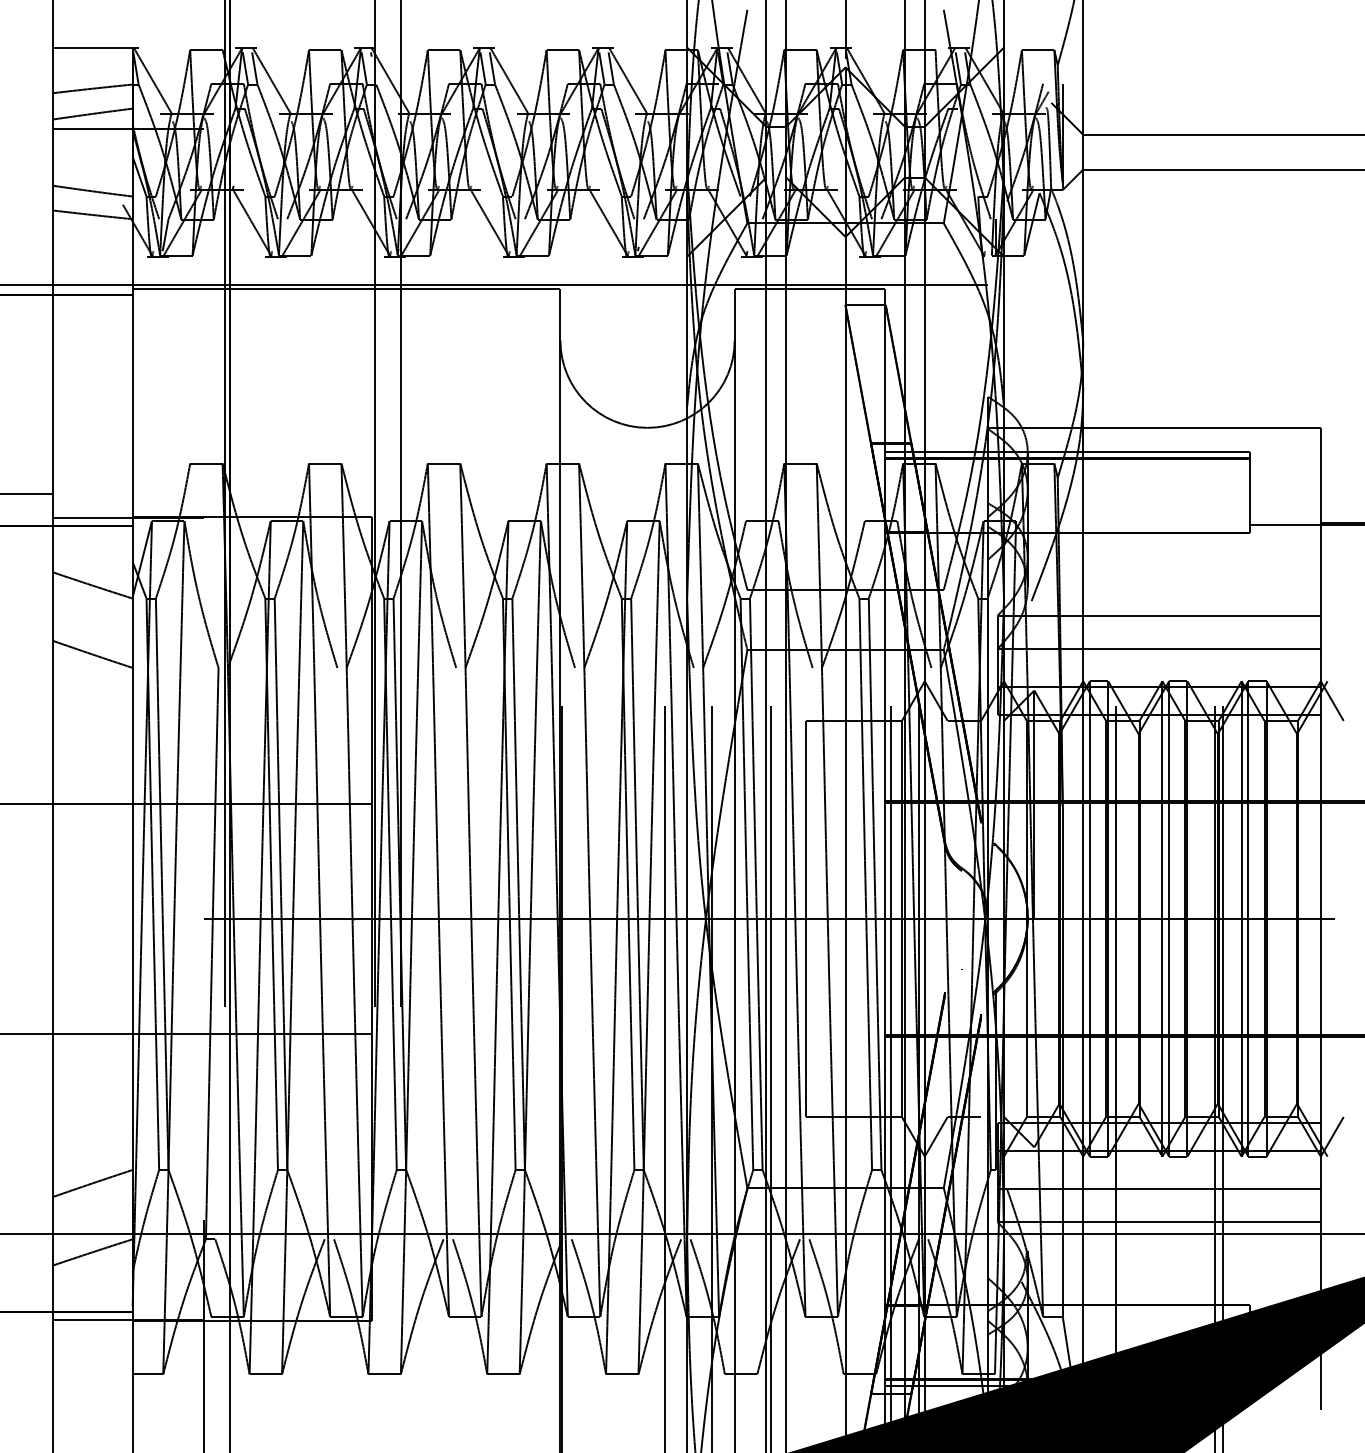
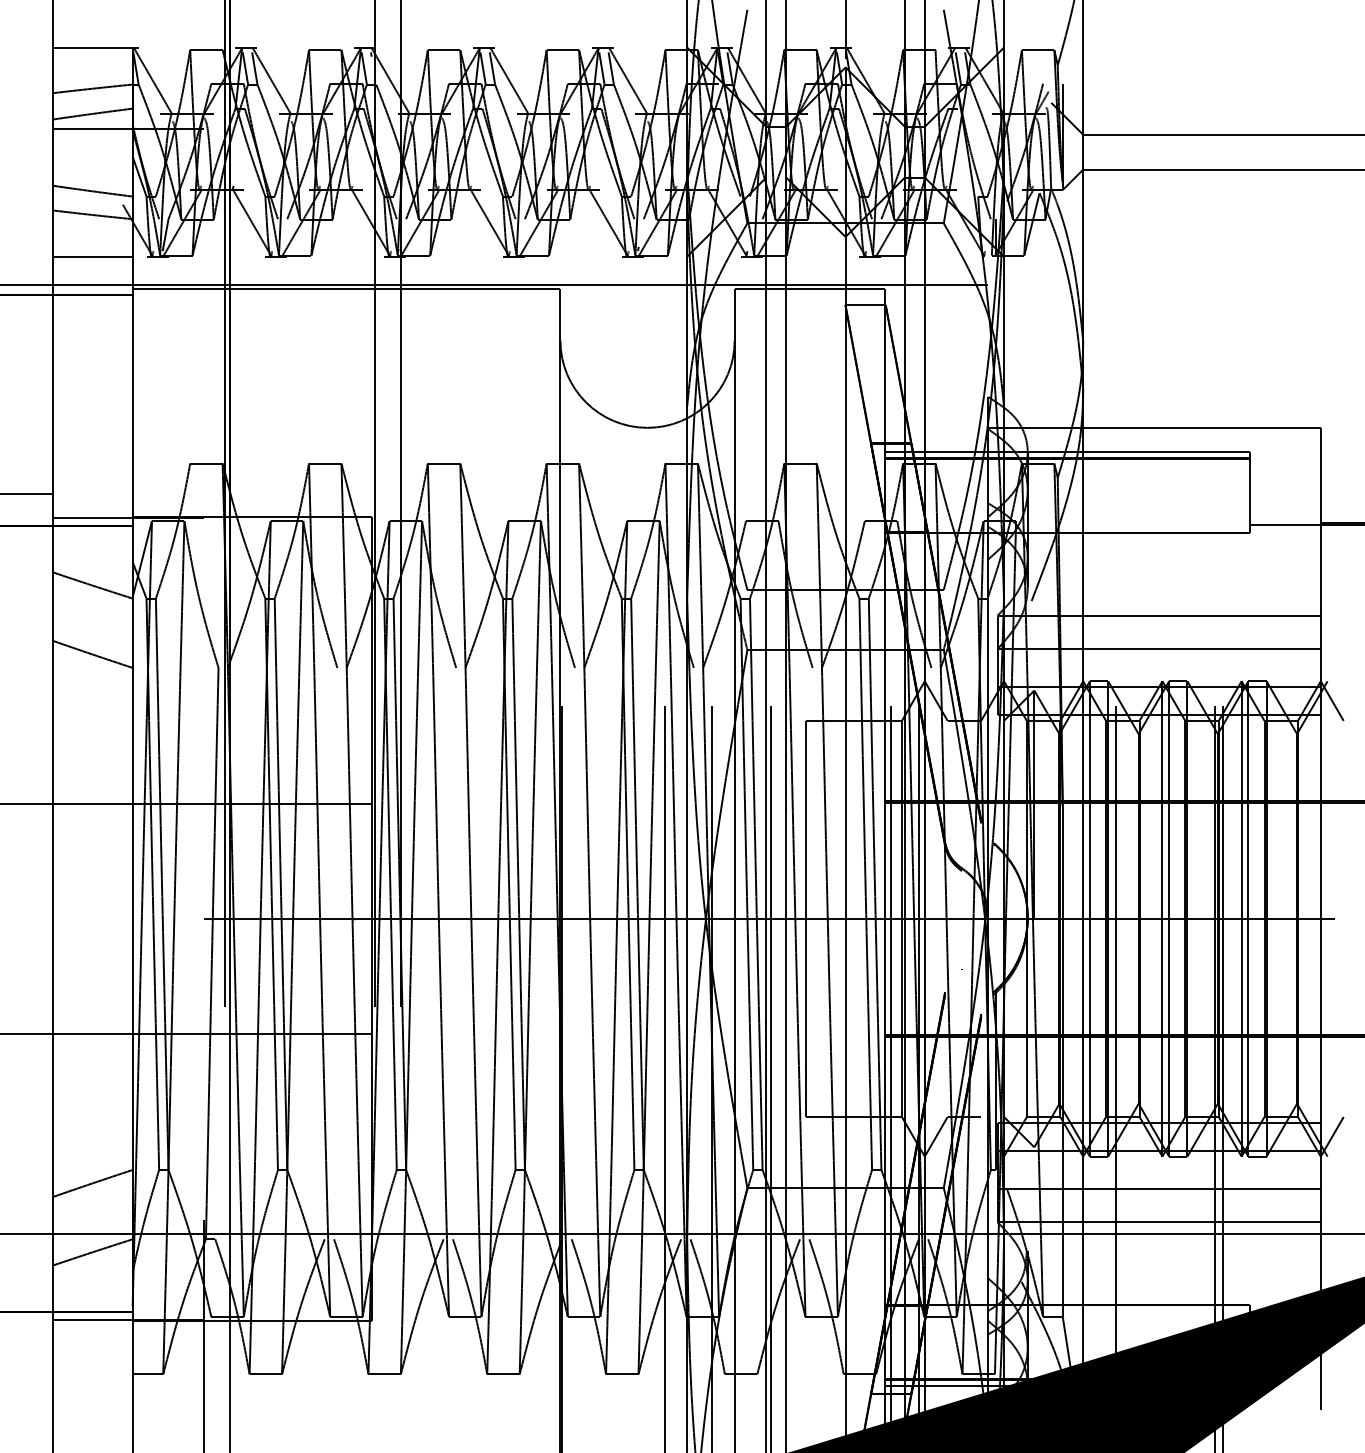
line at (92, 256): none -> present
